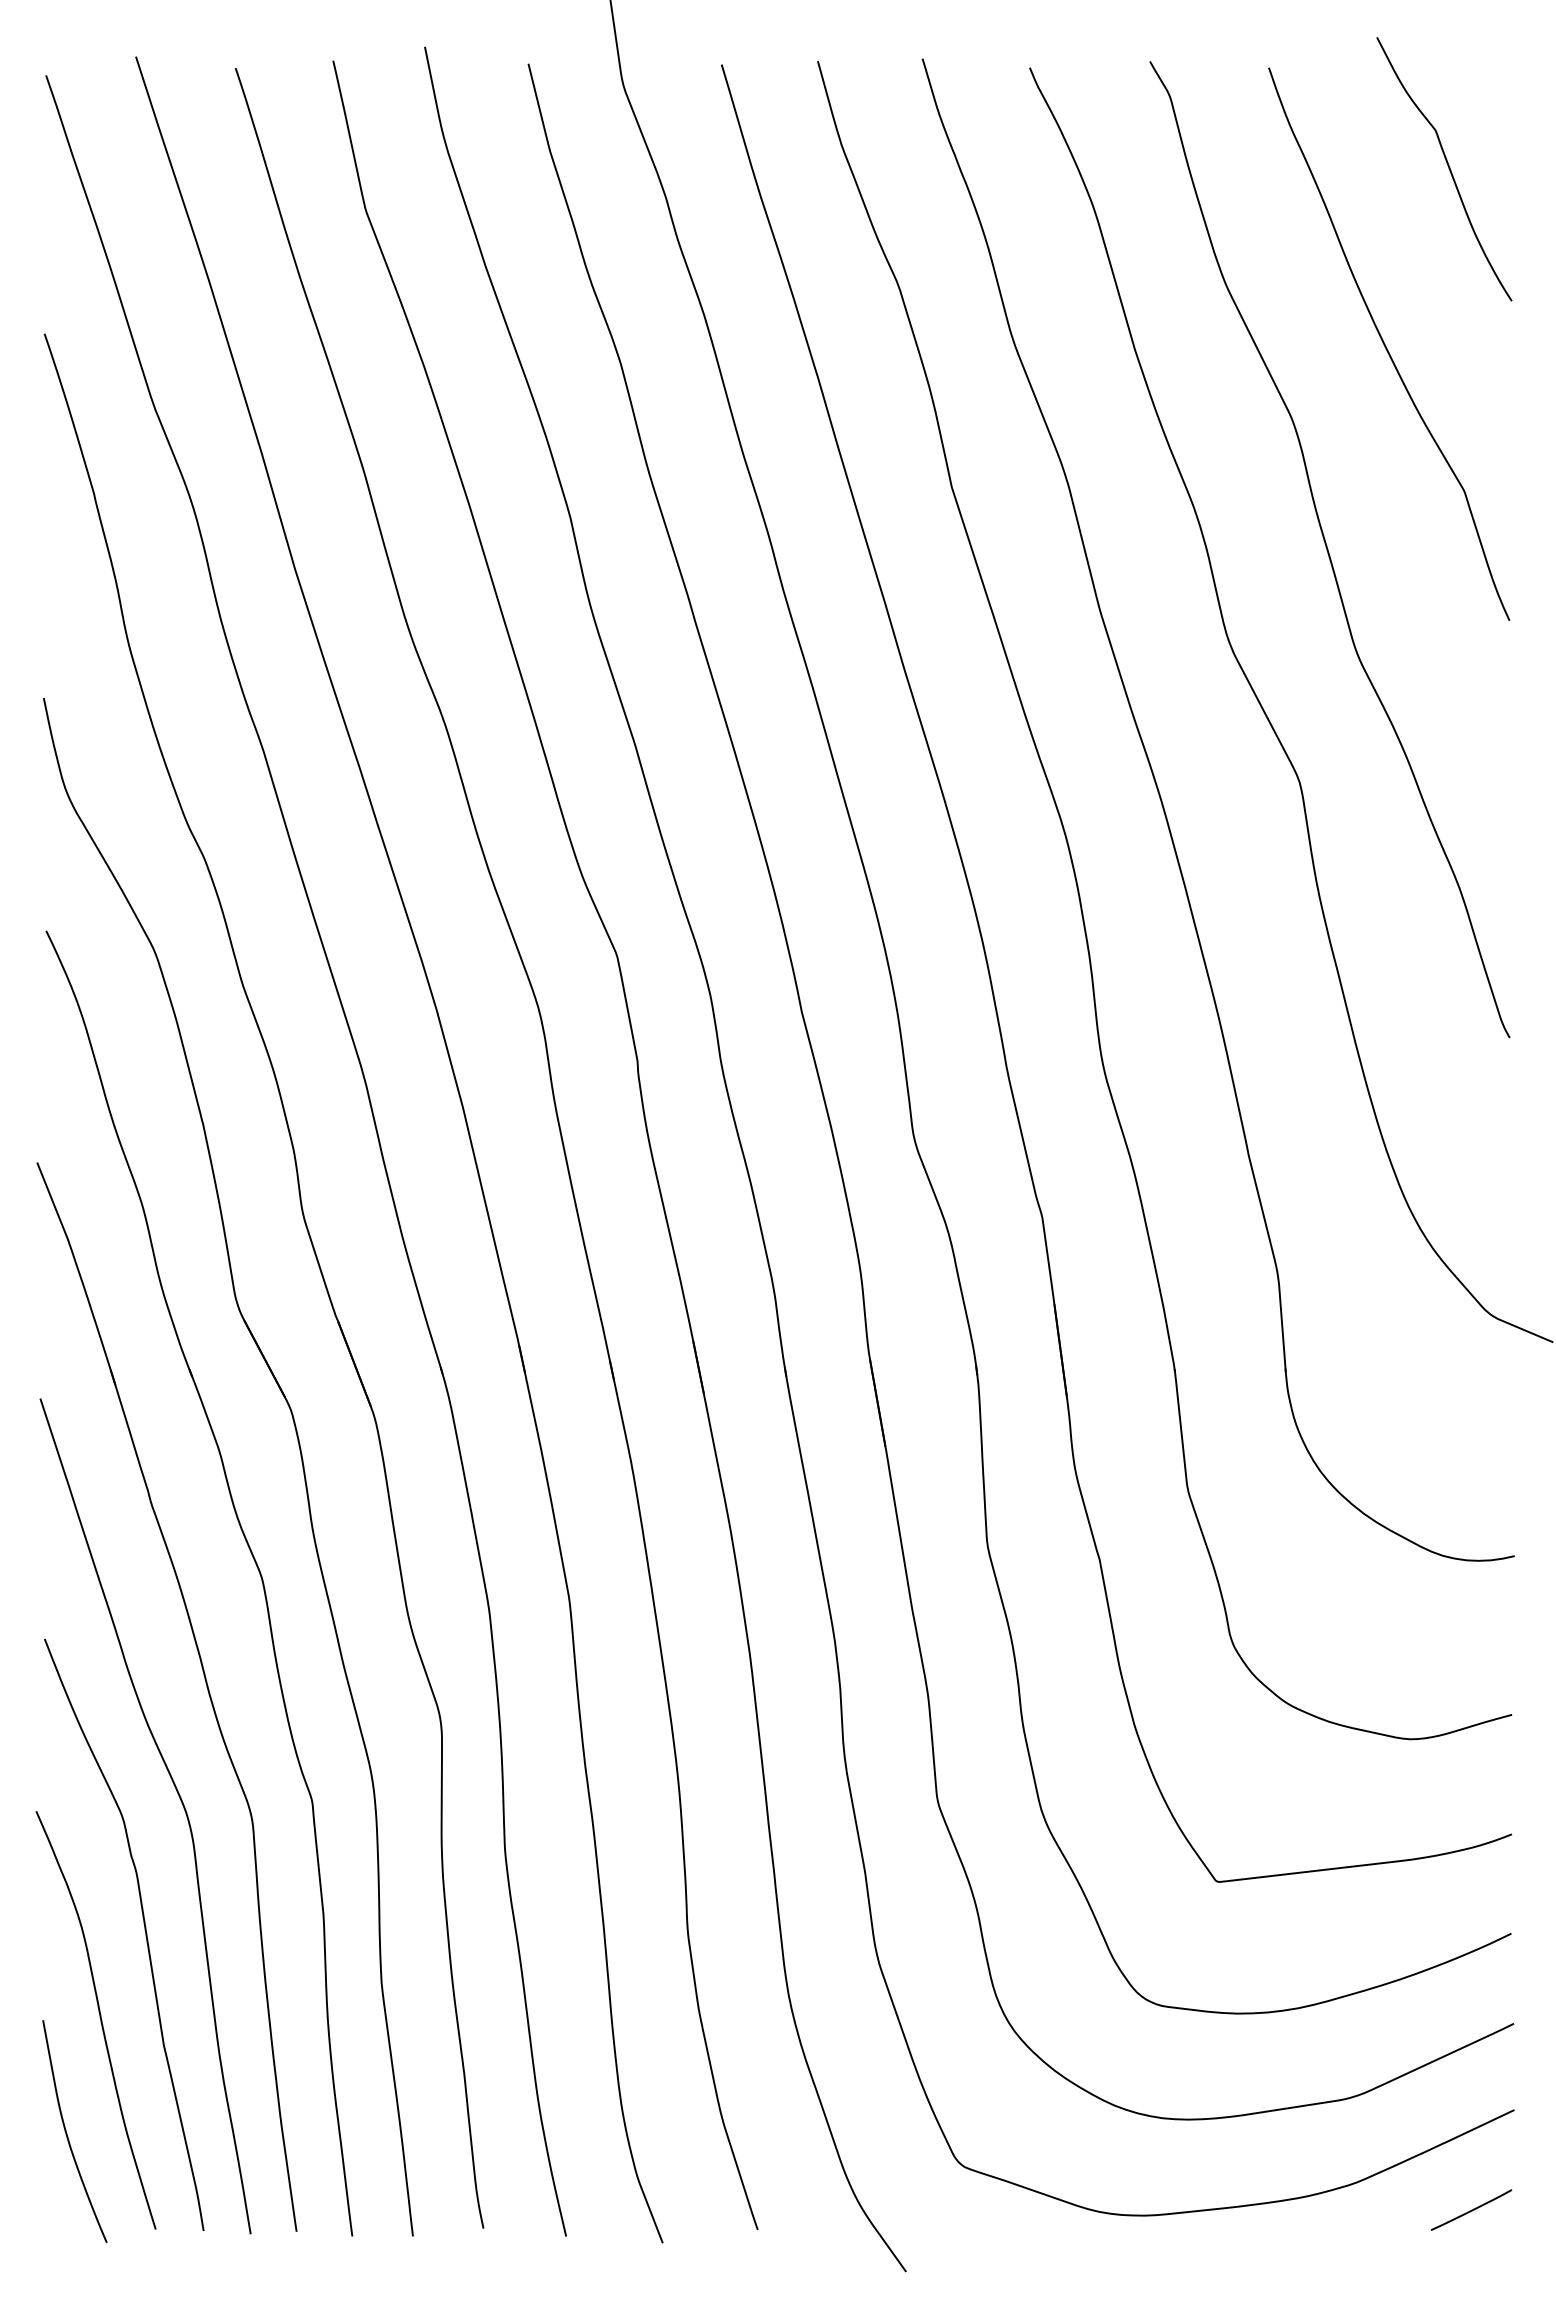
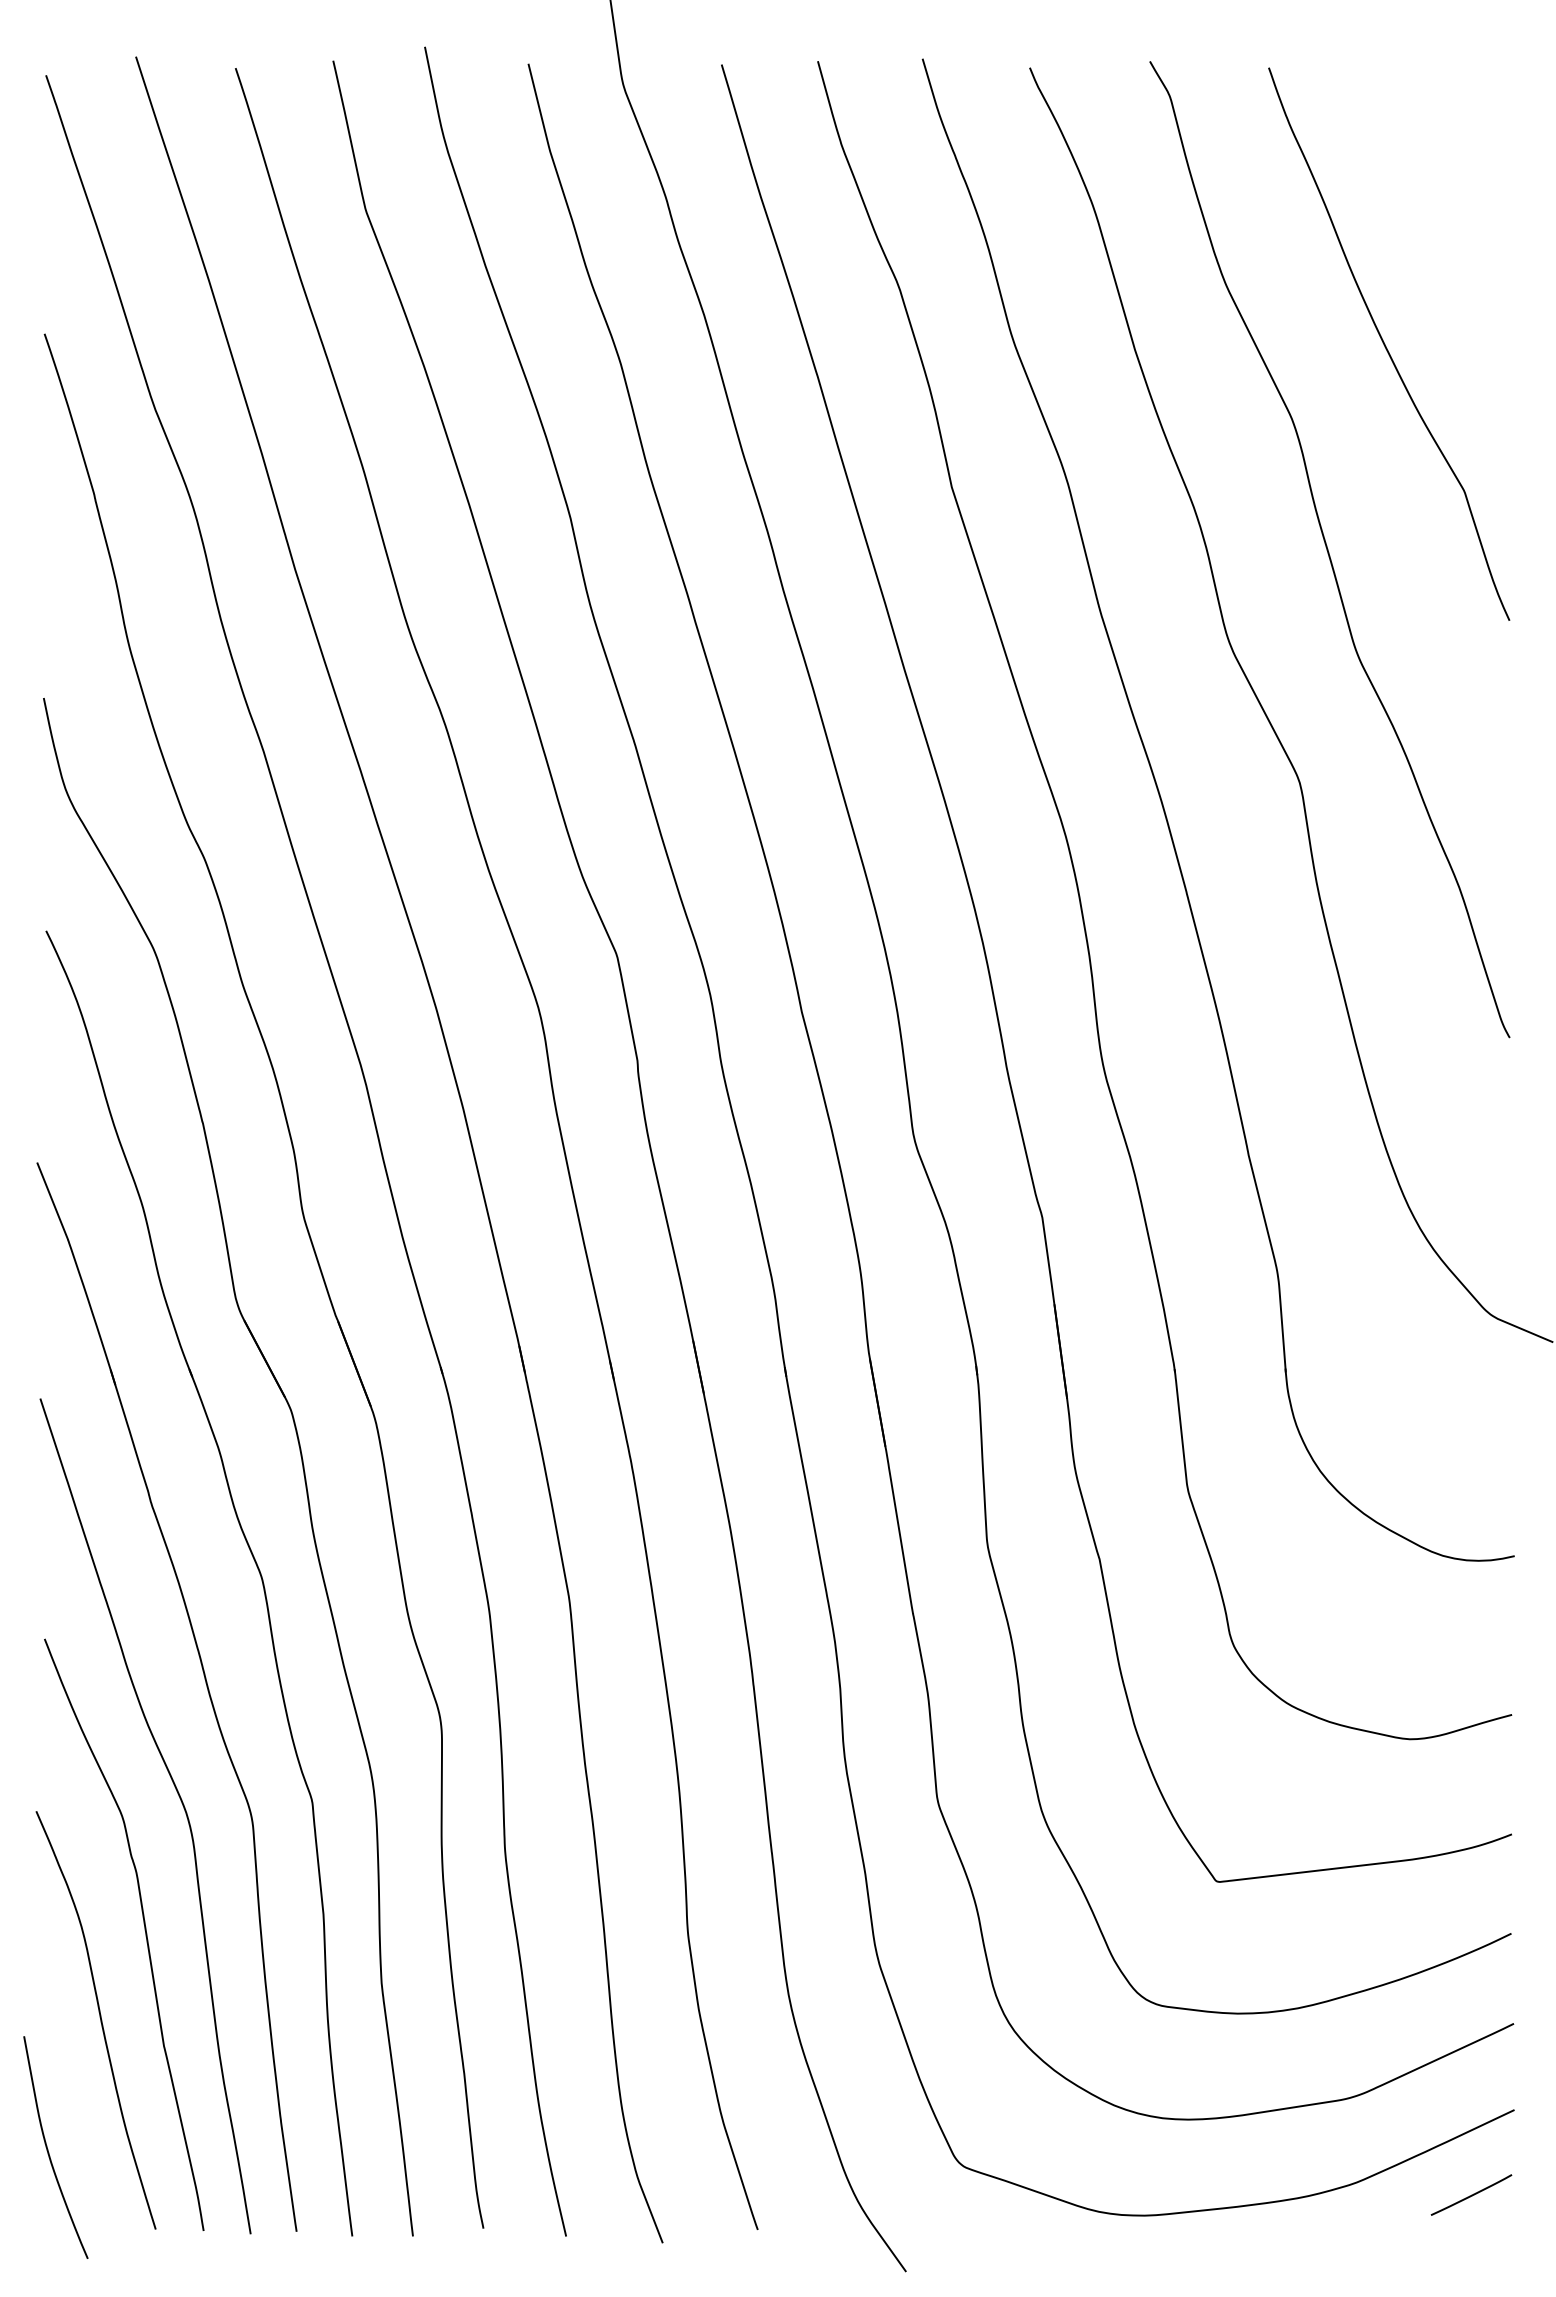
curve at (1448, 168): present -> none
curve at (67, 2133) position: (67, 2133) -> (48, 2149)
line at (1471, 2209) position: (1471, 2209) -> (1471, 2194)
